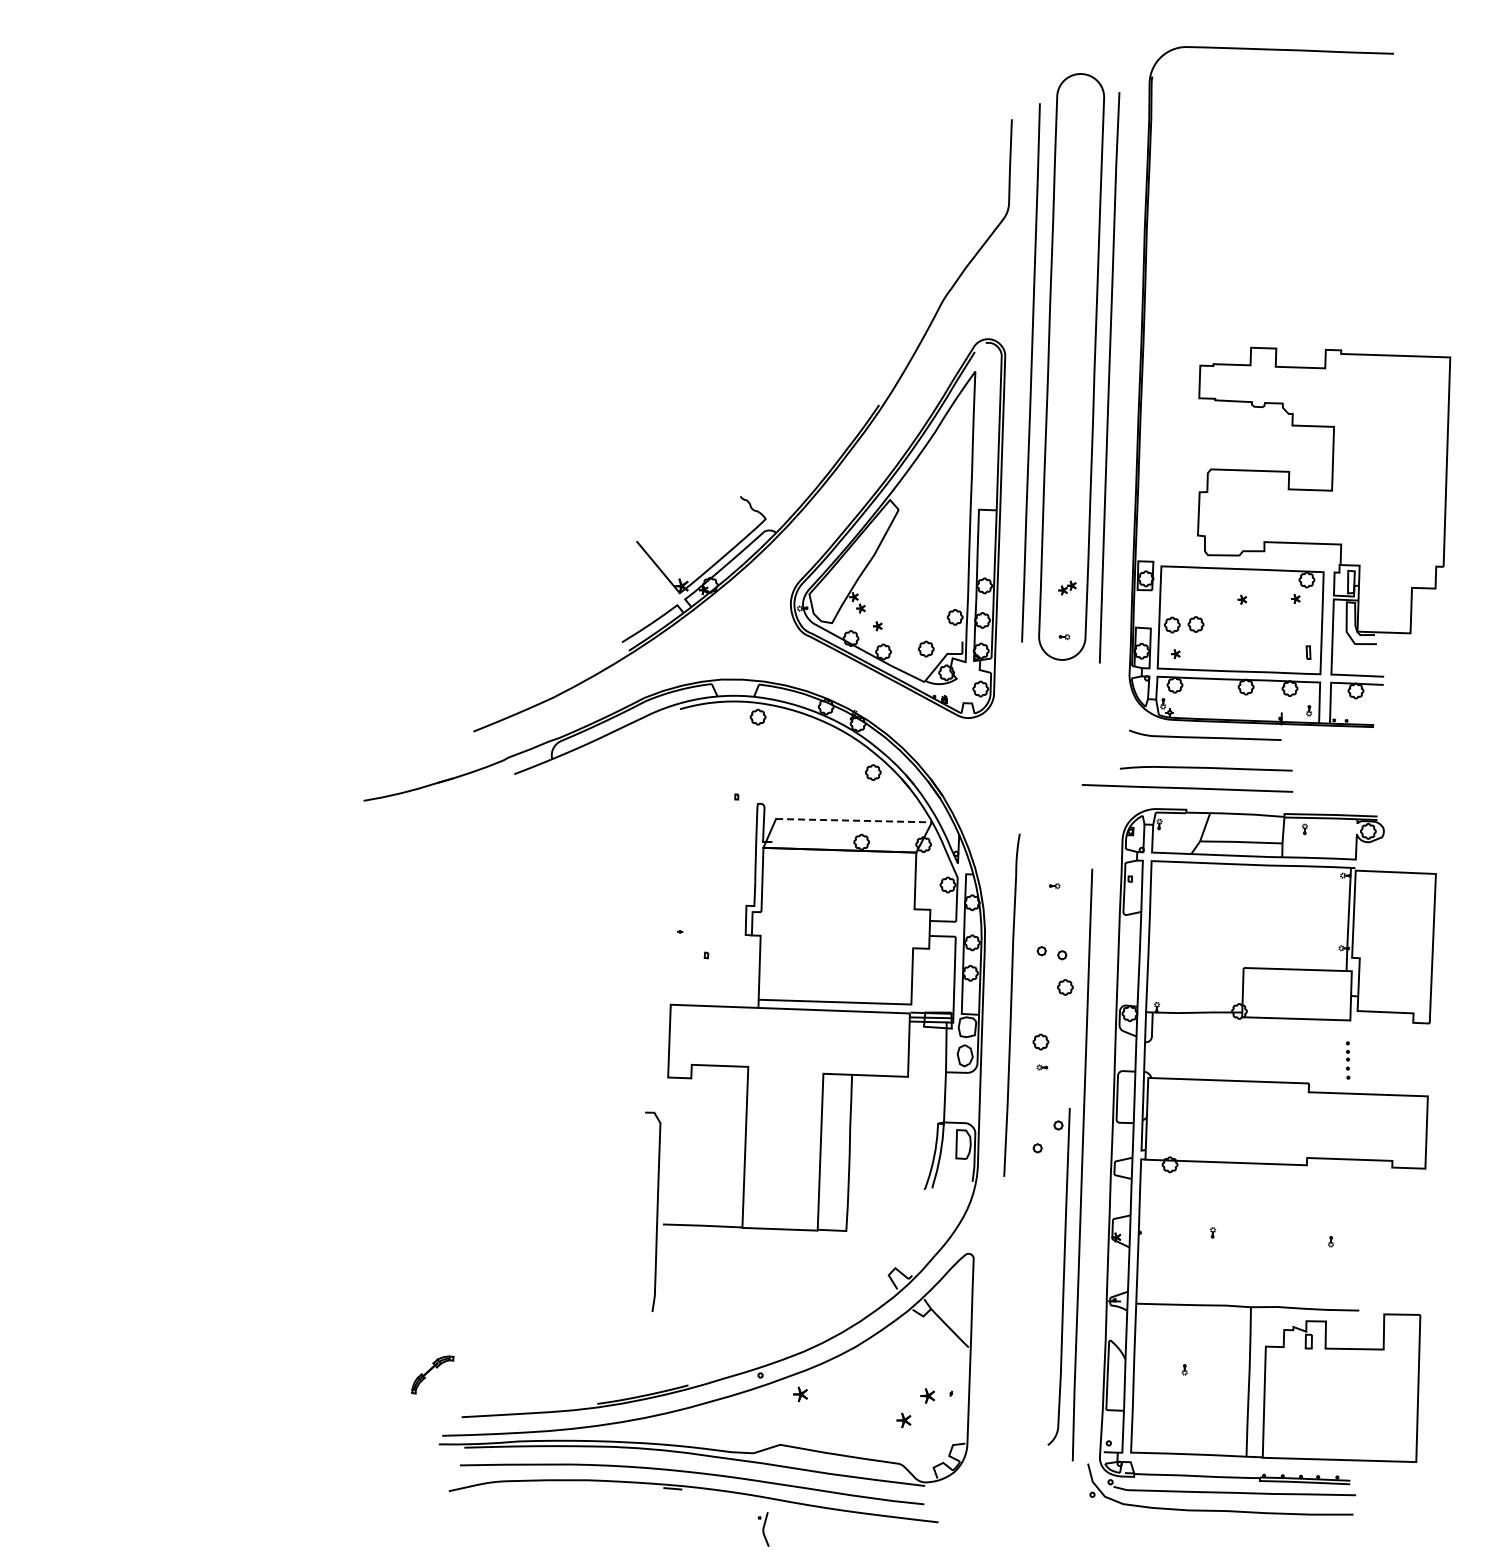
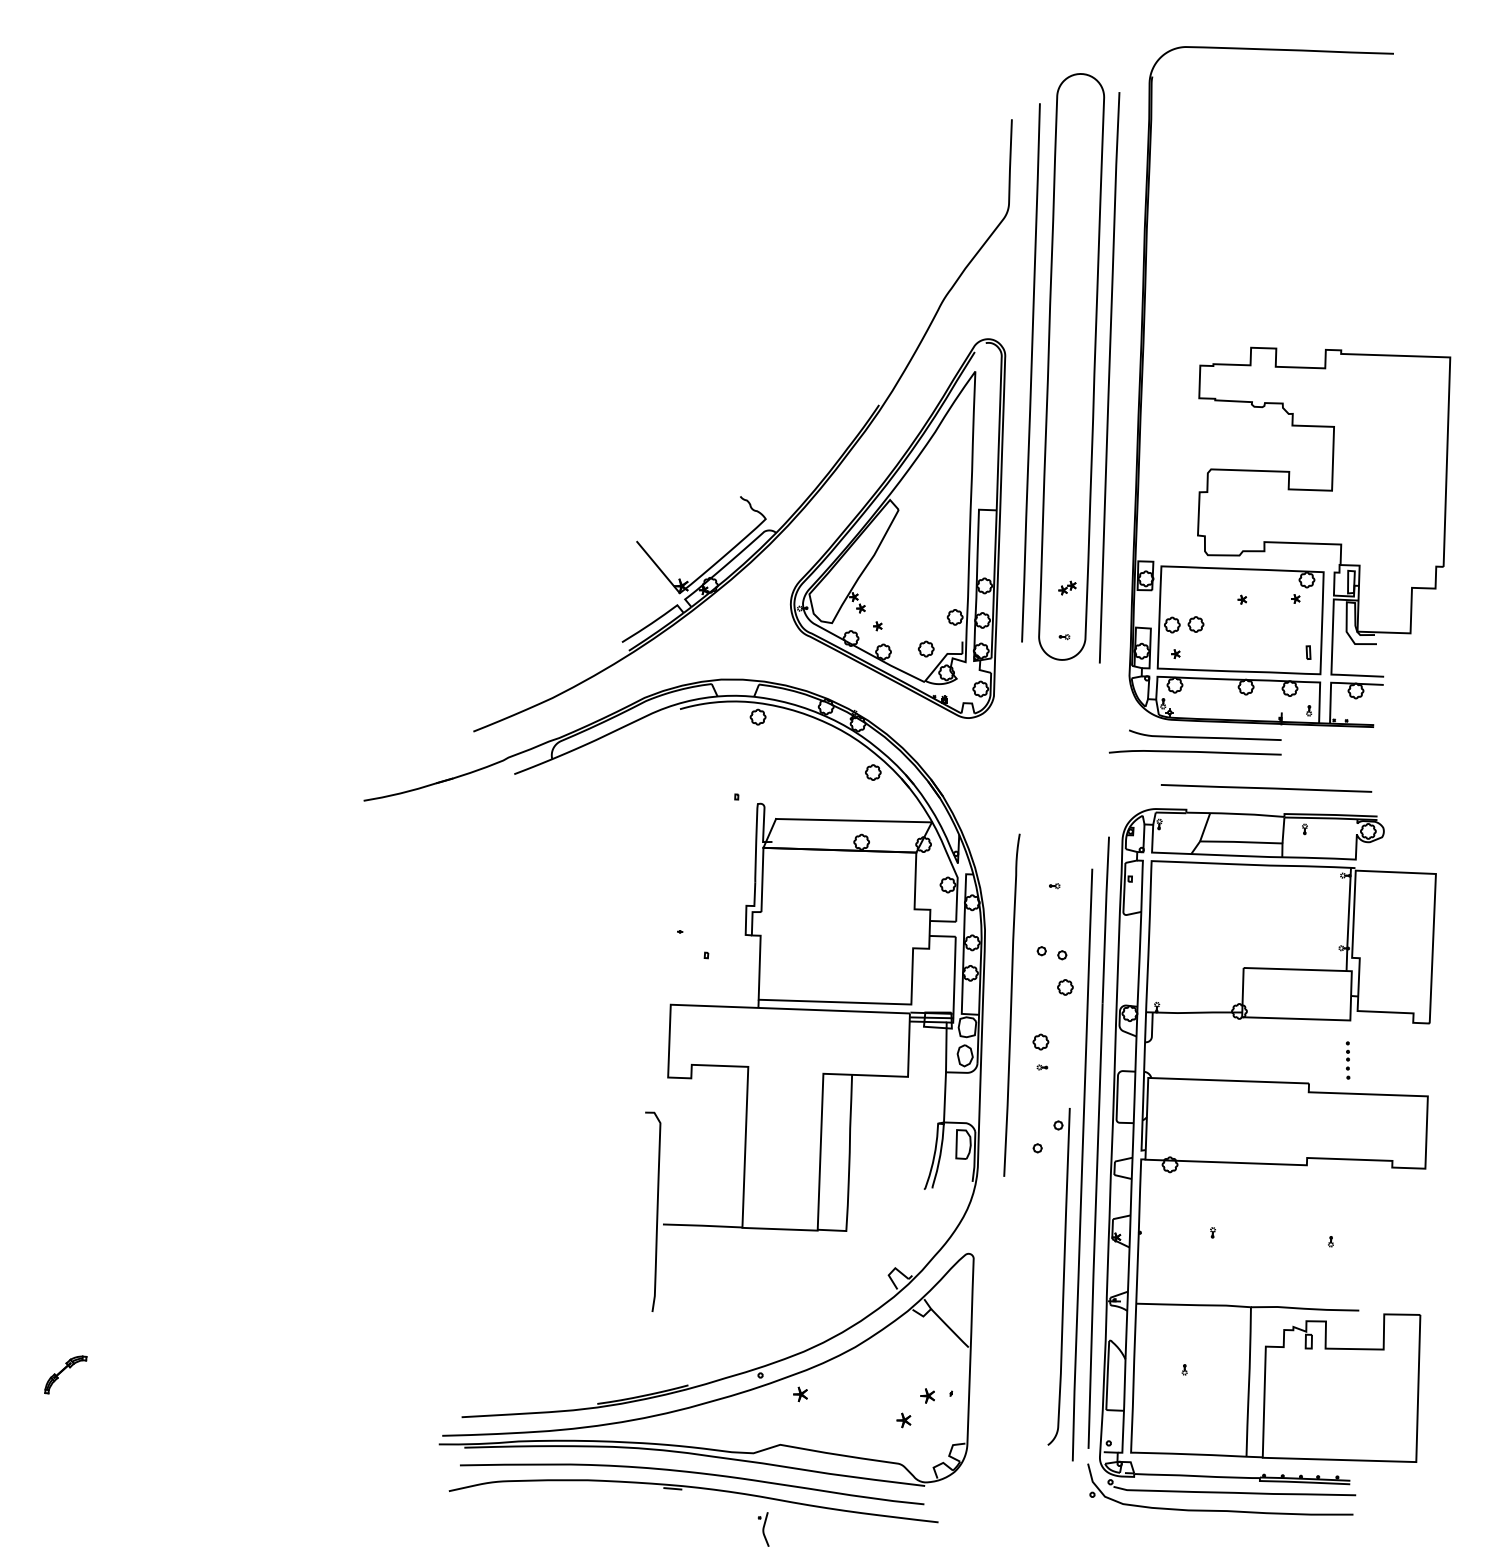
curve at (1205, 768) position: (1205, 768) -> (1194, 752)
line at (1187, 788) position: (1187, 788) -> (1266, 788)
line at (854, 820): dashed -> solid
line at (1098, 1142): none -> present
part at (432, 1374) position: (432, 1374) -> (65, 1374)
